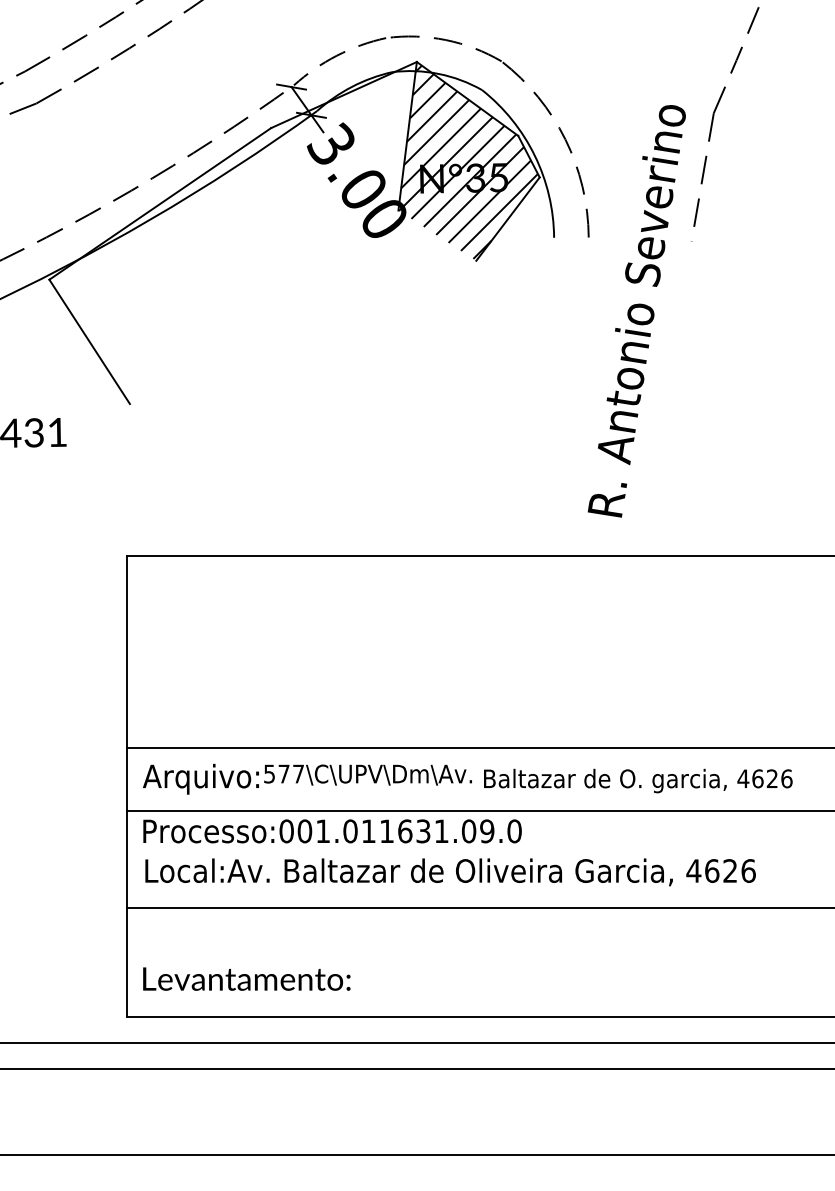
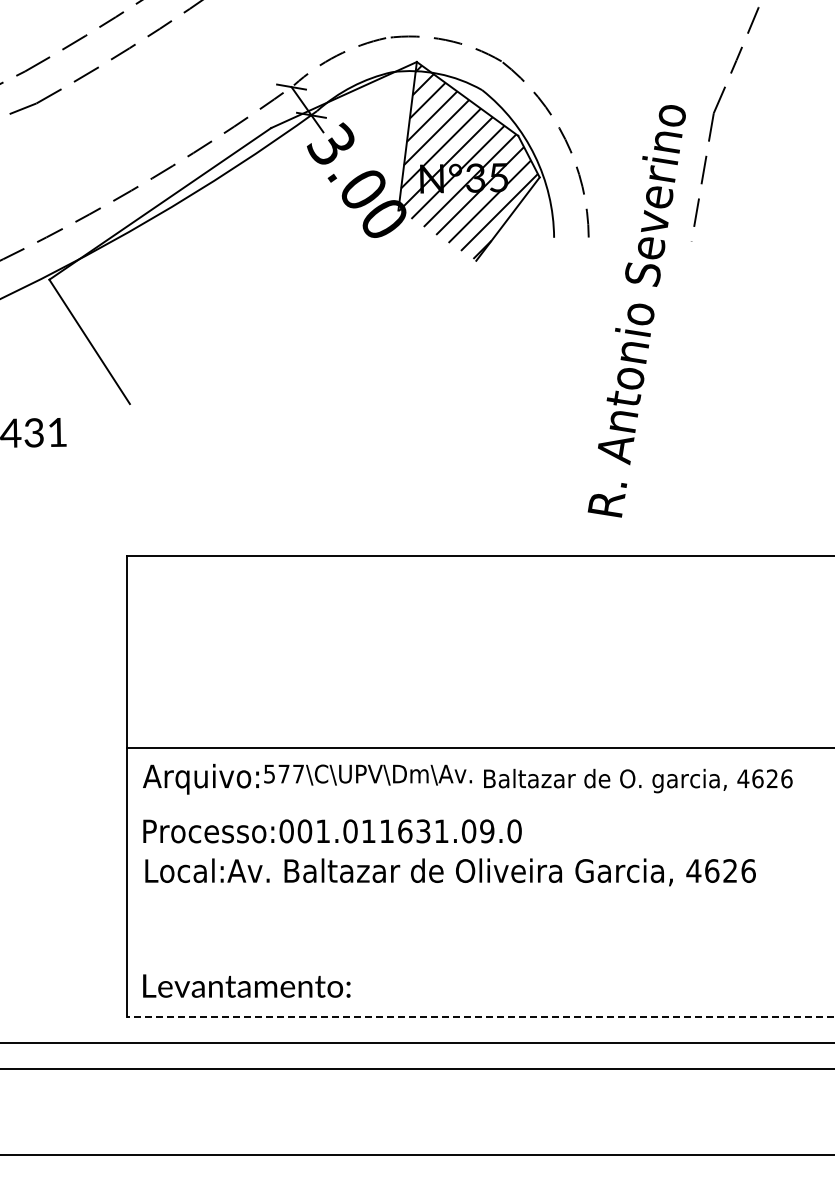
line at (478, 810): present -> none
line at (478, 907): present -> none
text at (246, 978) position: (246, 978) -> (246, 985)
line at (480, 1016): solid -> dashed
